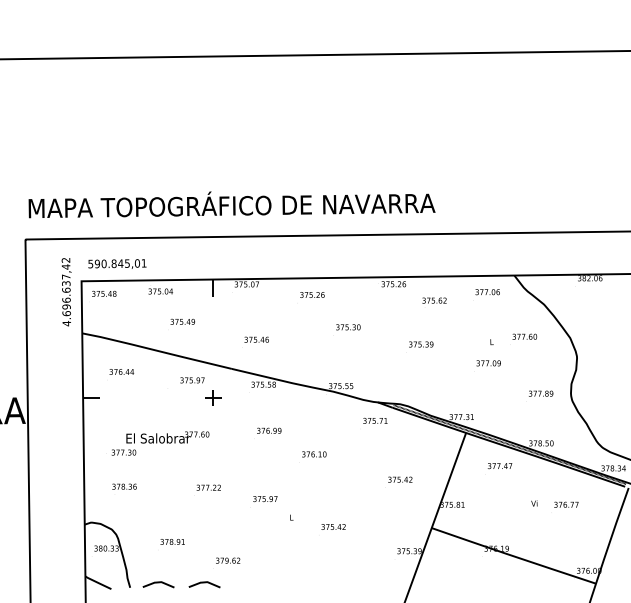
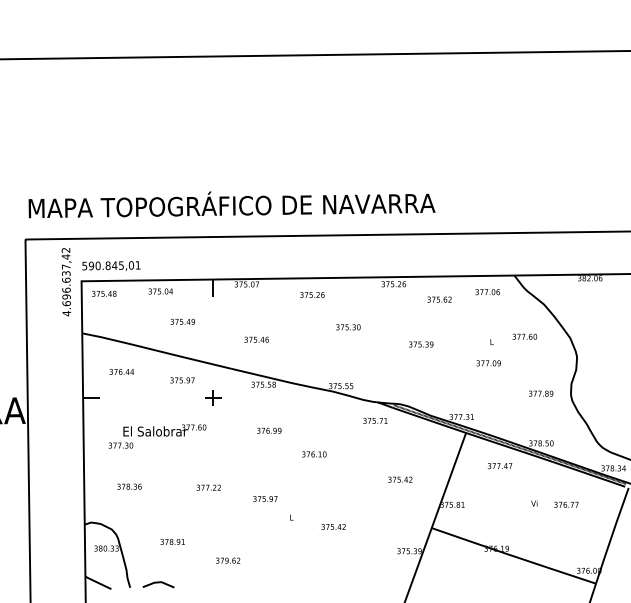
text at (117, 263) position: (117, 263) -> (111, 265)
text at (66, 292) position: (66, 292) -> (66, 282)
text at (434, 300) position: (434, 300) -> (439, 299)
text at (192, 380) position: (192, 380) -> (182, 380)
text at (160, 443) position: (160, 443) -> (157, 436)
text at (124, 486) position: (124, 486) -> (129, 486)
curve at (204, 583): present -> none
